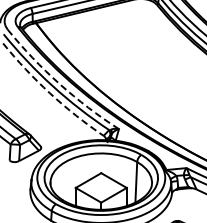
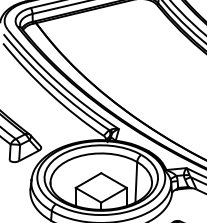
arc at (59, 83): dashed -> solid
arc at (50, 93): dashed -> solid
